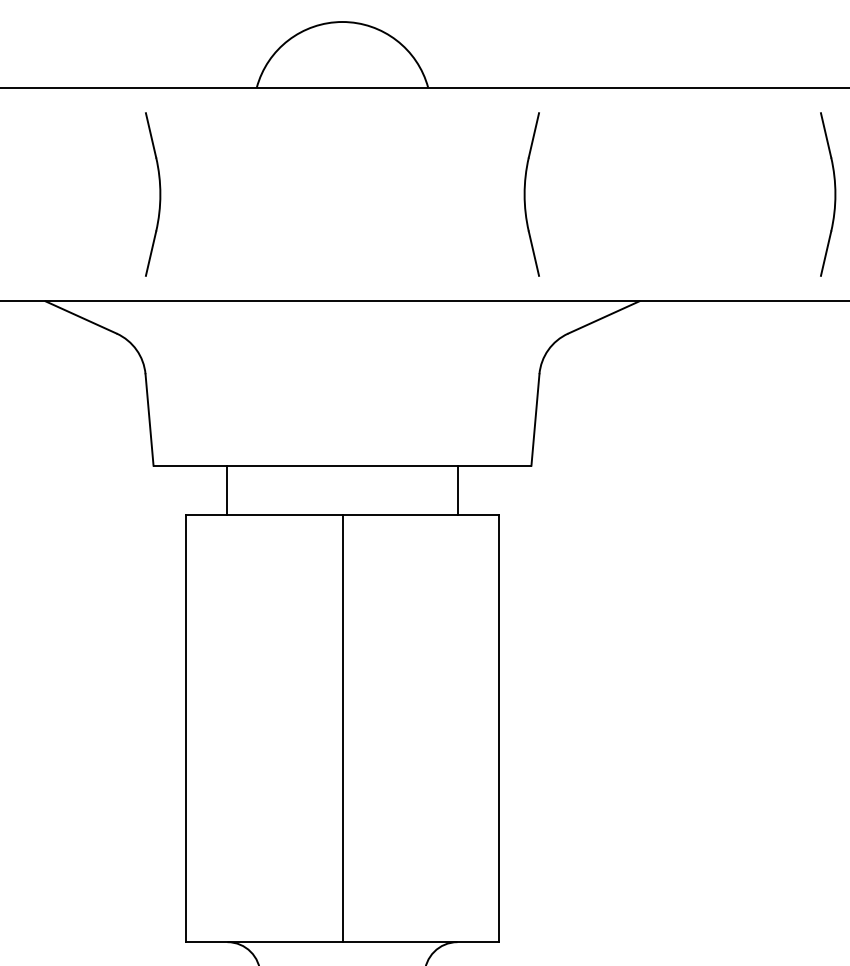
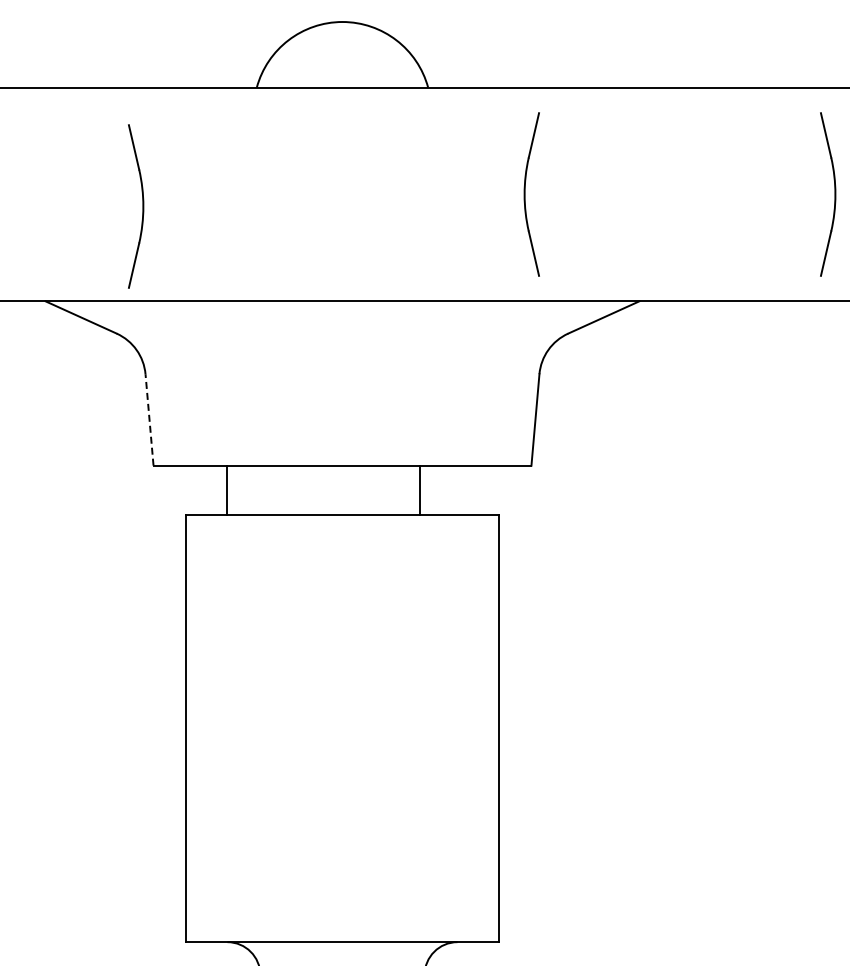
part at (153, 194) position: (153, 194) -> (136, 206)
line at (149, 419): solid -> dashed
line at (457, 489) position: (457, 489) -> (419, 489)
line at (342, 728): present -> none
